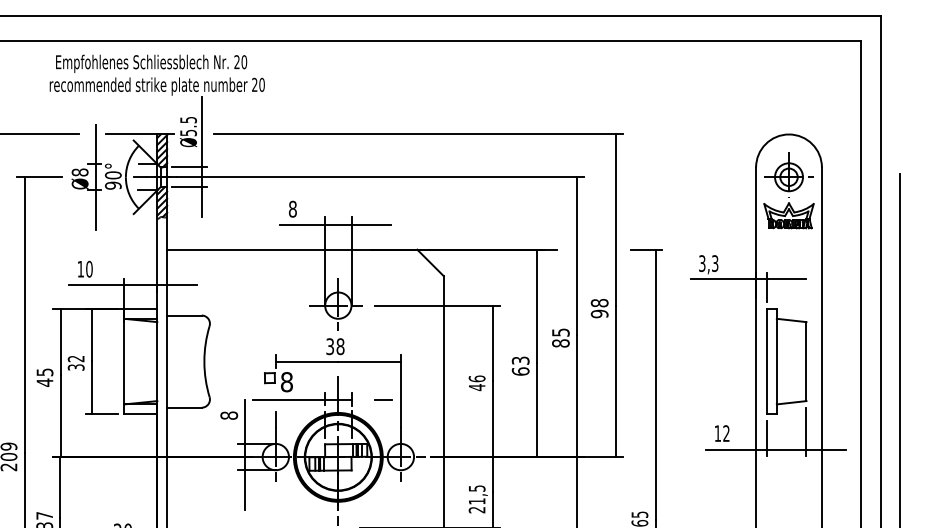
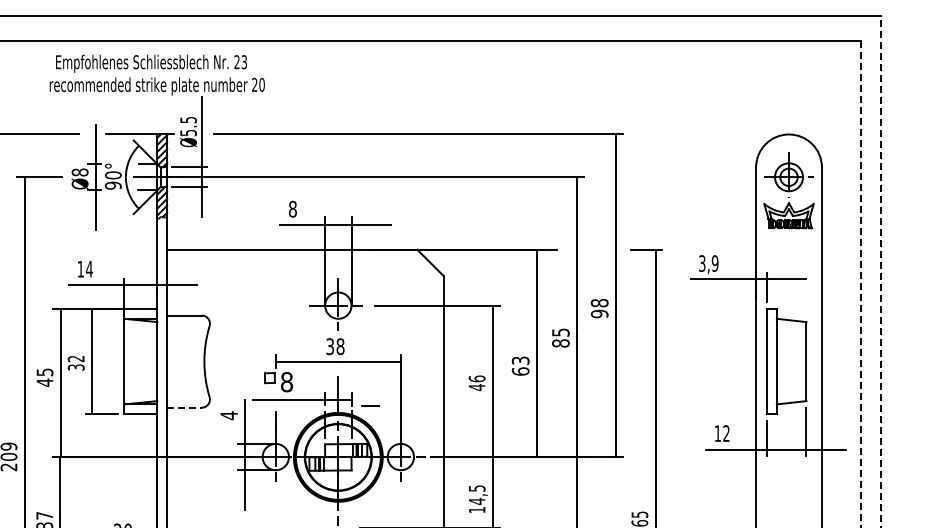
text at (244, 62): 20 -> 23
text at (714, 263): 3,3 -> 3,9
text at (88, 268): 10 -> 14
line at (881, 271): solid -> dashed
line at (861, 284): solid -> dashed
line at (900, 349): present -> none
line at (383, 399) position: (383, 399) -> (370, 405)
line at (184, 407): solid -> dashed
text at (229, 415): 8 -> 4
text at (476, 505): 21,5 -> 14,5
